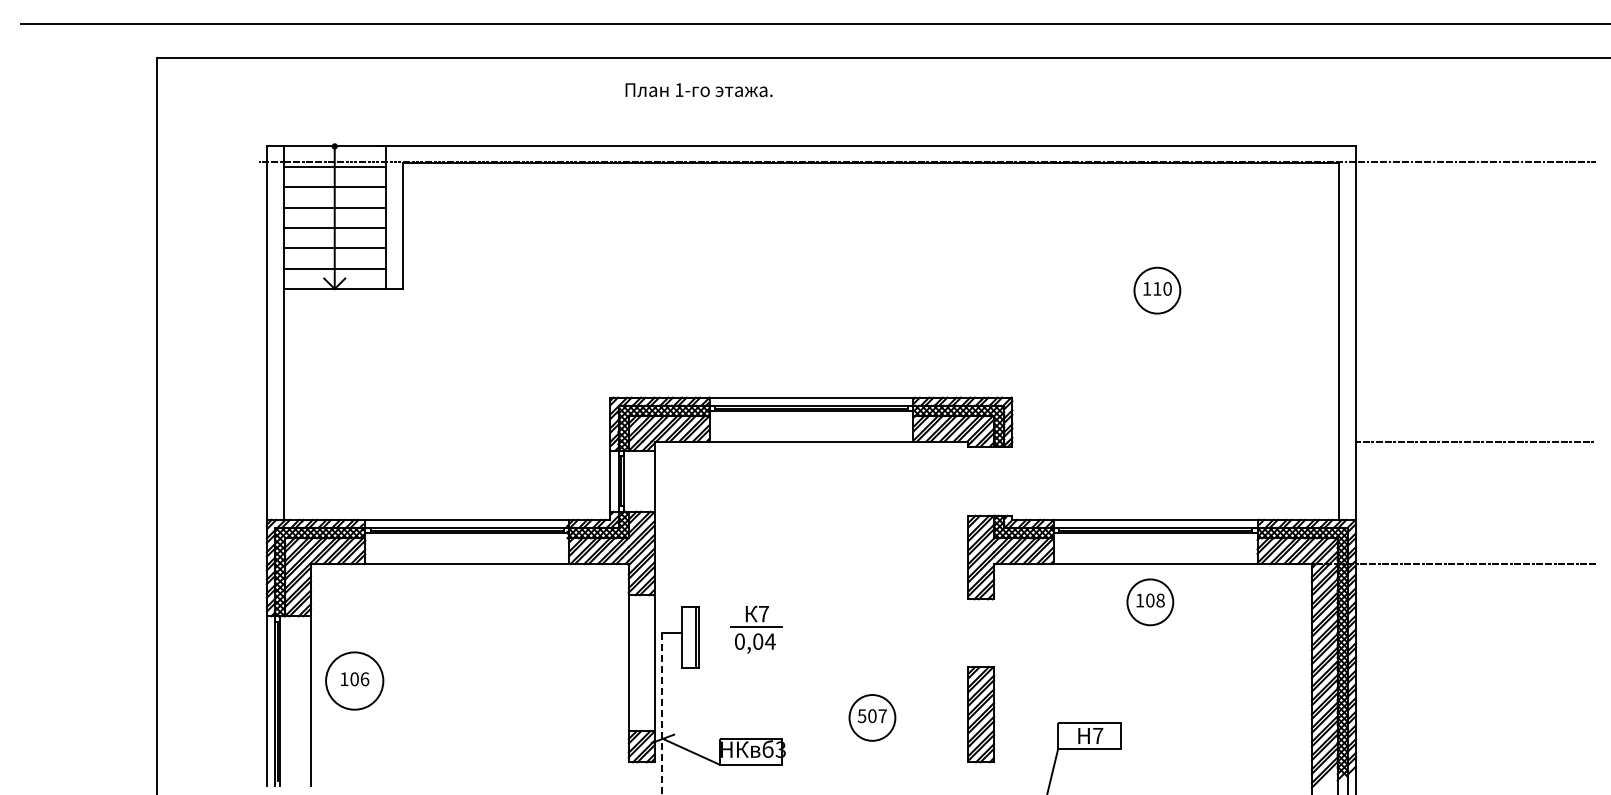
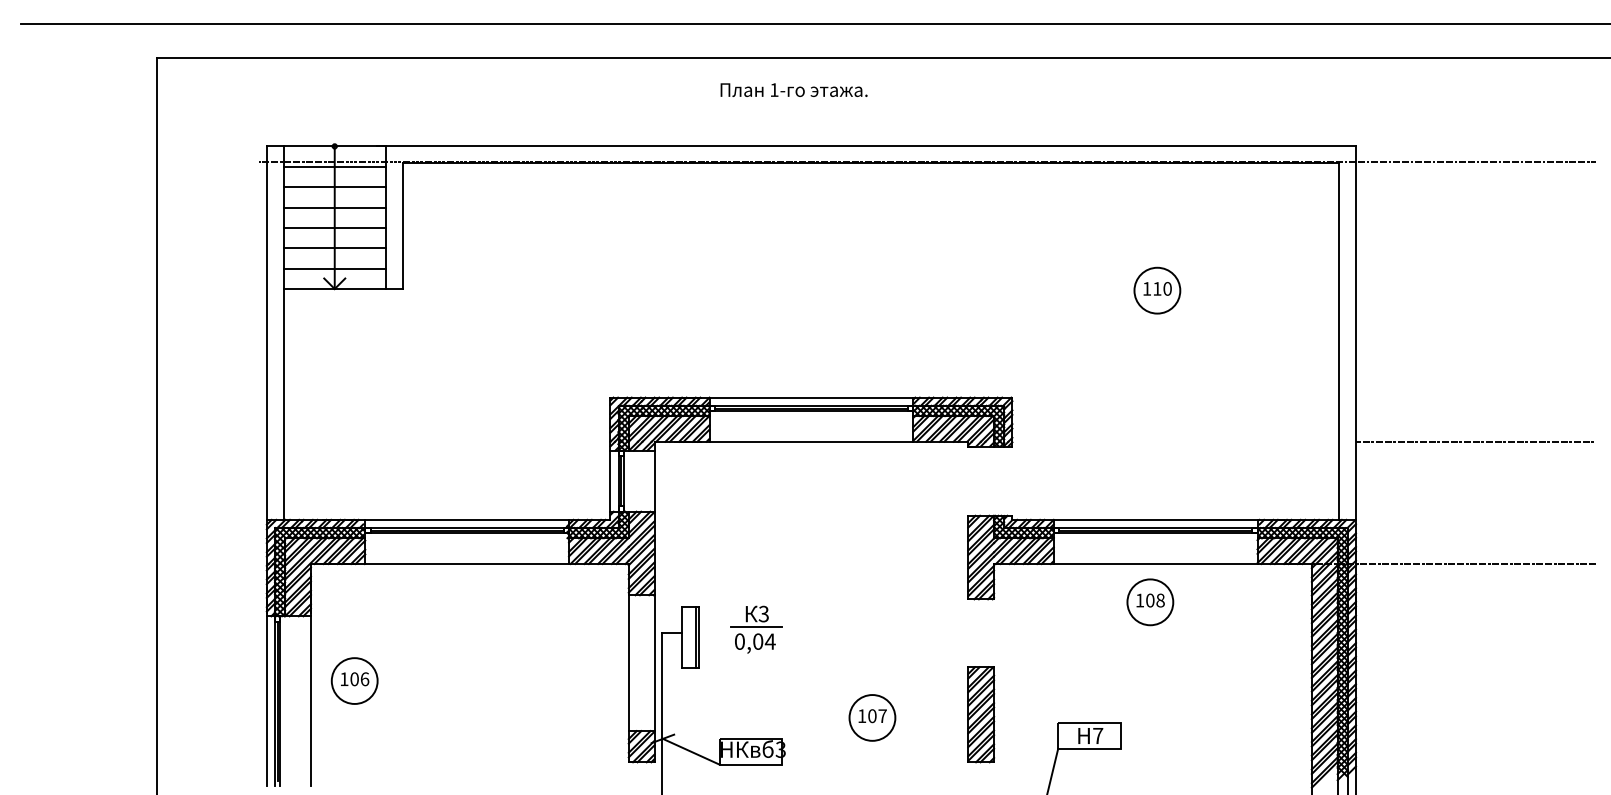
text at (698, 89) position: (698, 89) -> (793, 89)
text at (763, 613): 7 -> 3
circle at (354, 680) diameter: 57 px -> 46 px
line at (662, 713): dashed -> solid
text at (861, 716): 507 -> 107
